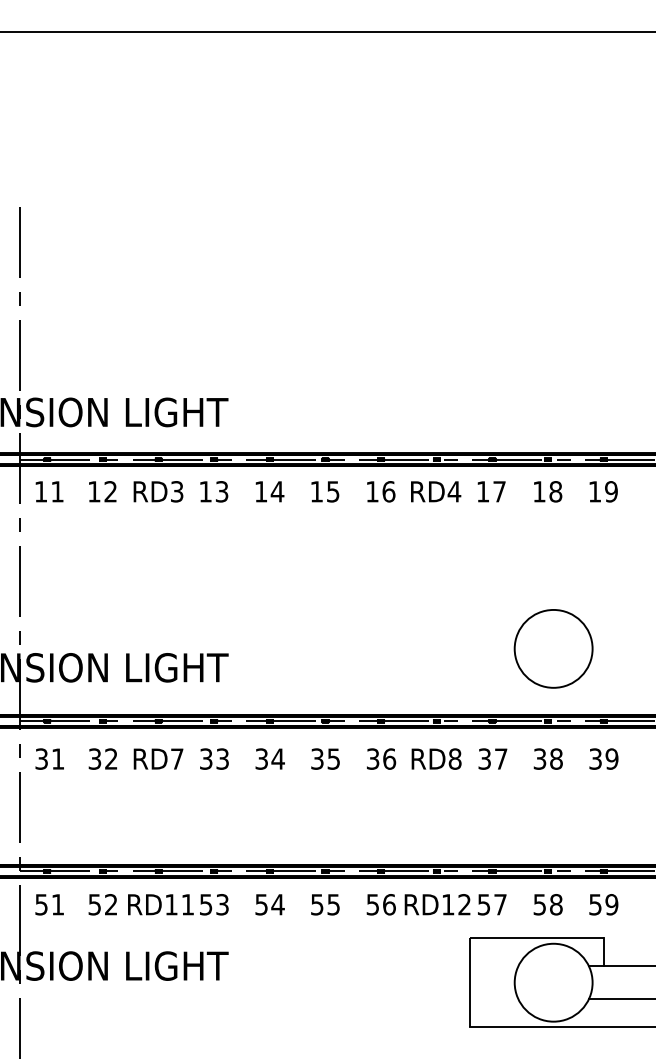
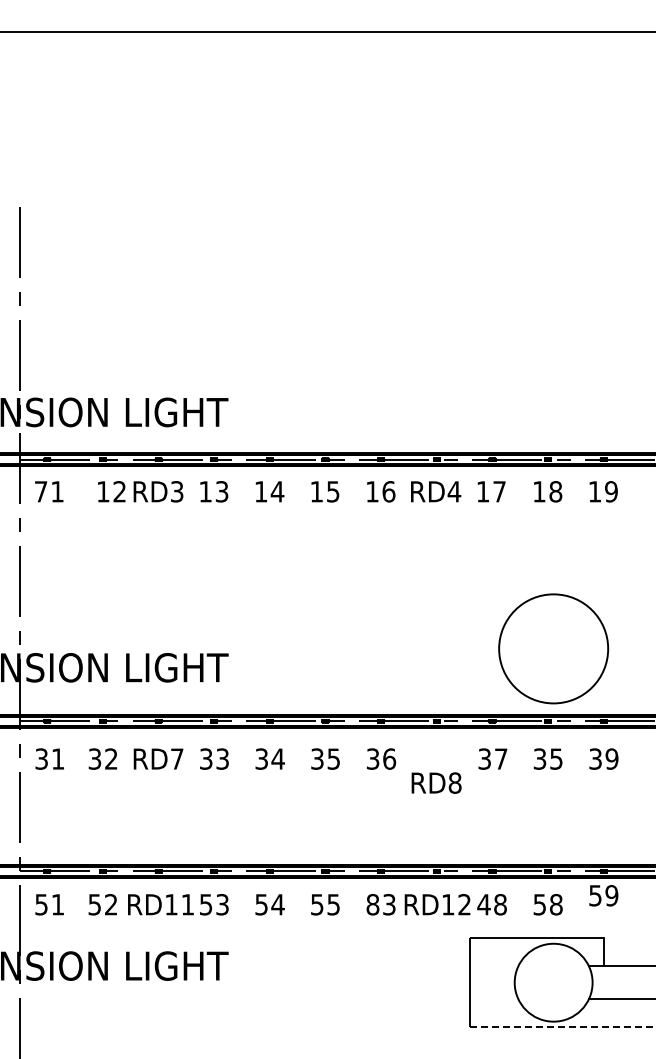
text at (41, 491): 11 -> 71
text at (102, 491) position: (102, 491) -> (111, 491)
circle at (553, 648) diameter: 78 px -> 109 px
text at (436, 758) position: (436, 758) -> (436, 782)
text at (556, 758): 38 -> 35
text at (380, 904): 56 -> 83
text at (491, 904): 57 -> 48
text at (603, 904) position: (603, 904) -> (603, 895)
line at (563, 1027): solid -> dashed
